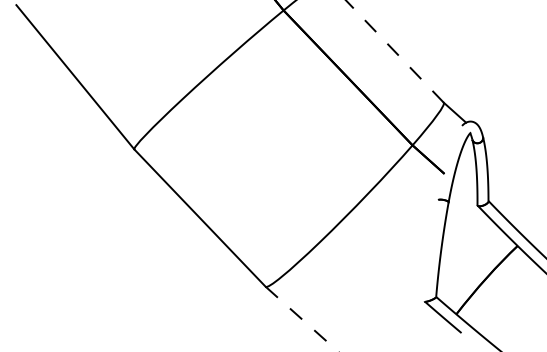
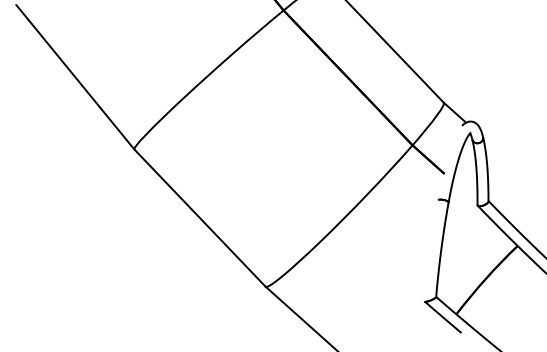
line at (394, 51): dashed -> solid
line at (302, 319): dashed -> solid
